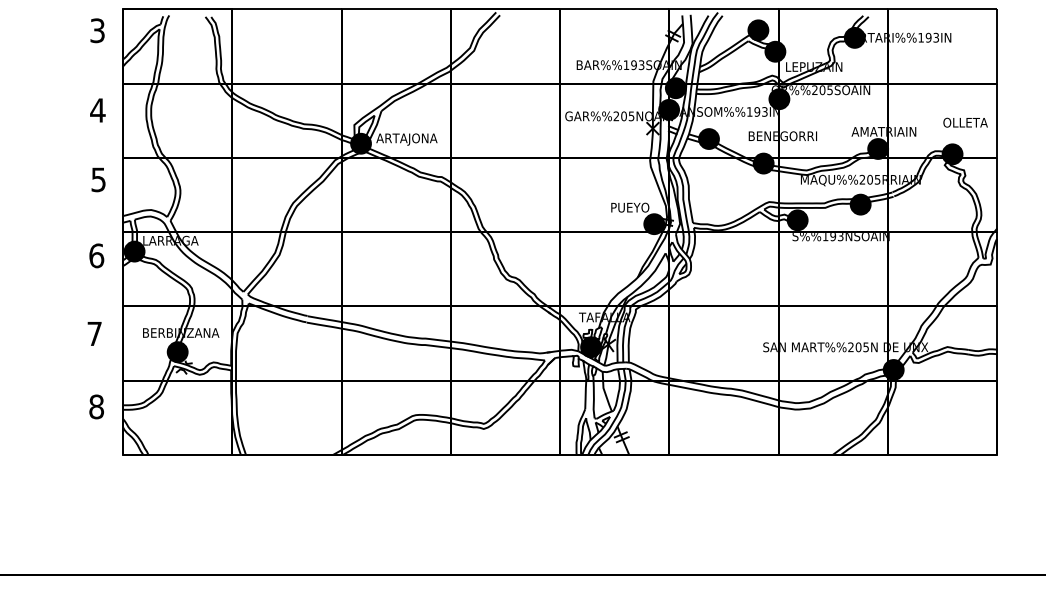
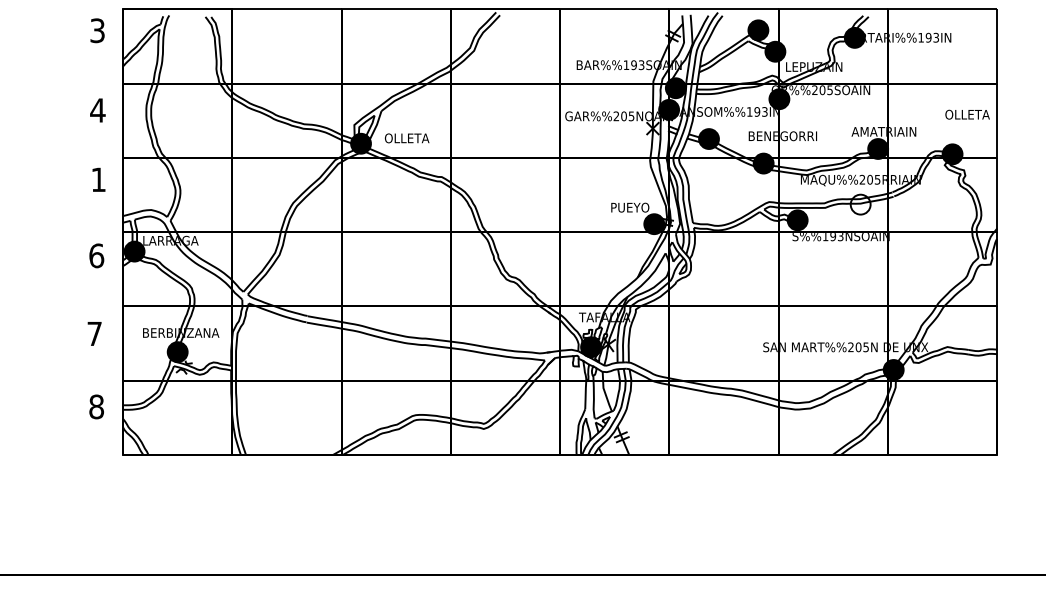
text at (965, 122) position: (965, 122) -> (967, 114)
text at (406, 139): ARTAJONA -> OLLETA
text at (98, 179): 5 -> 1
fill at (860, 204): present -> none
